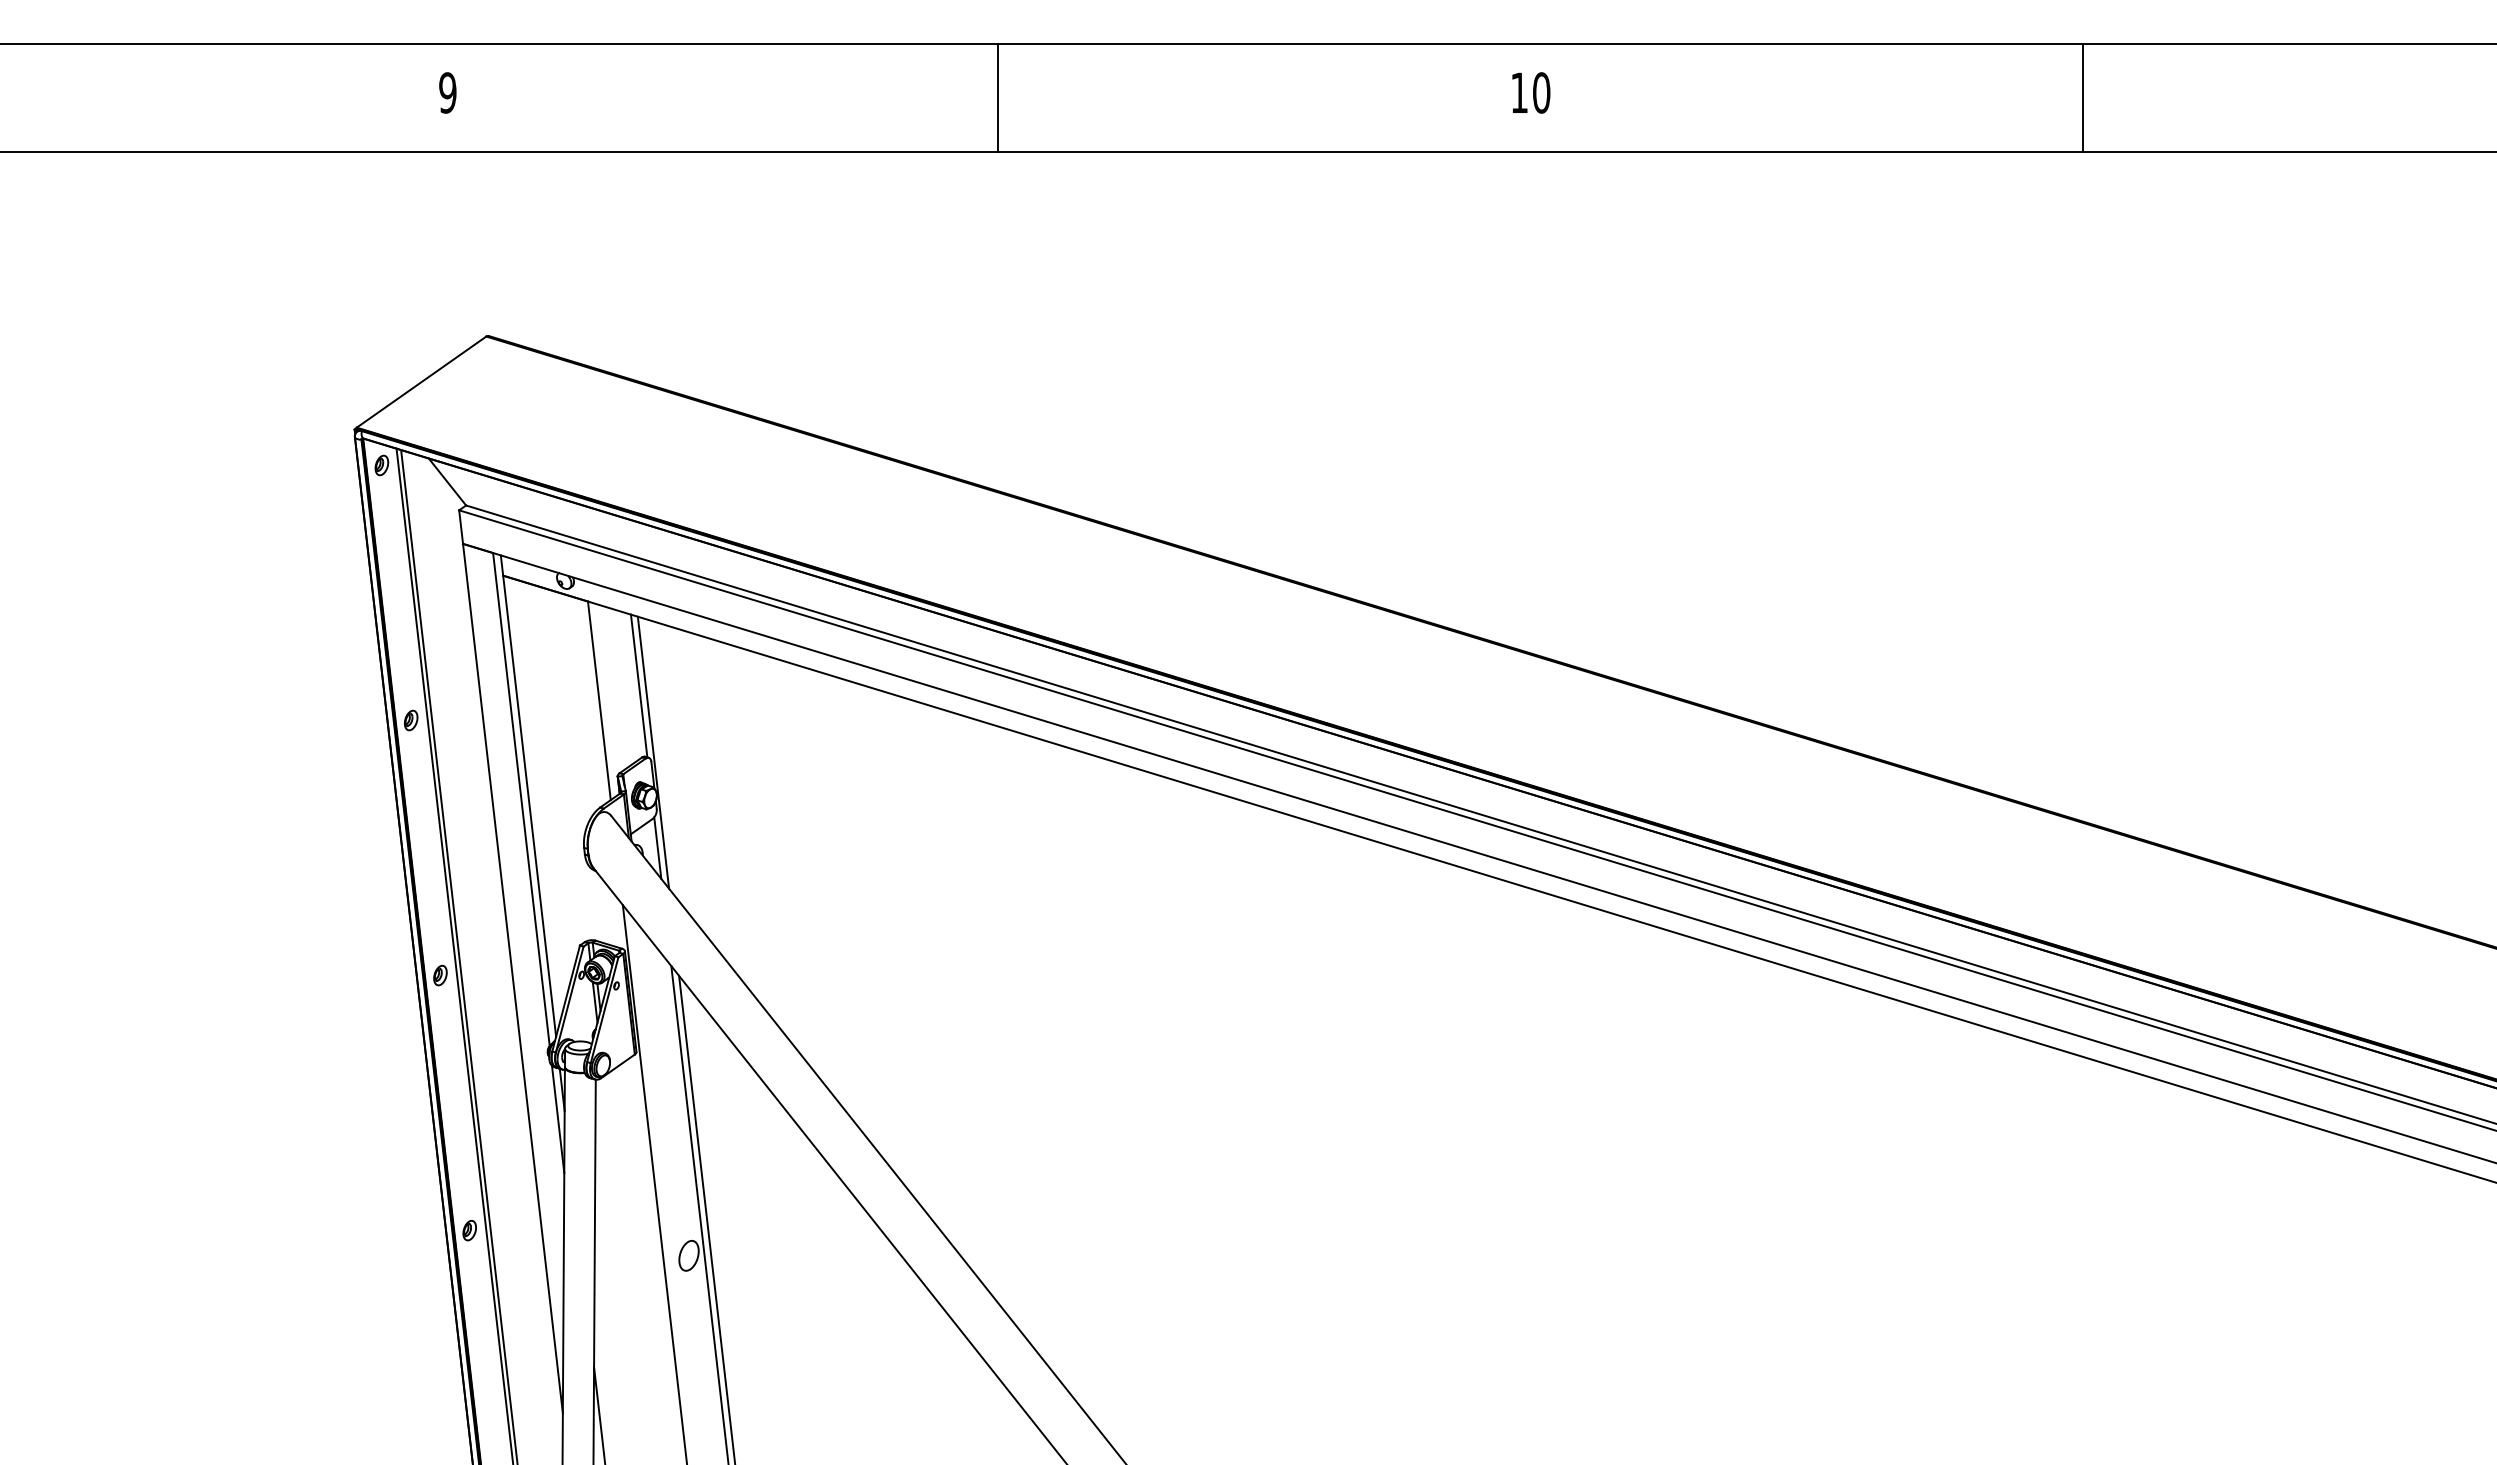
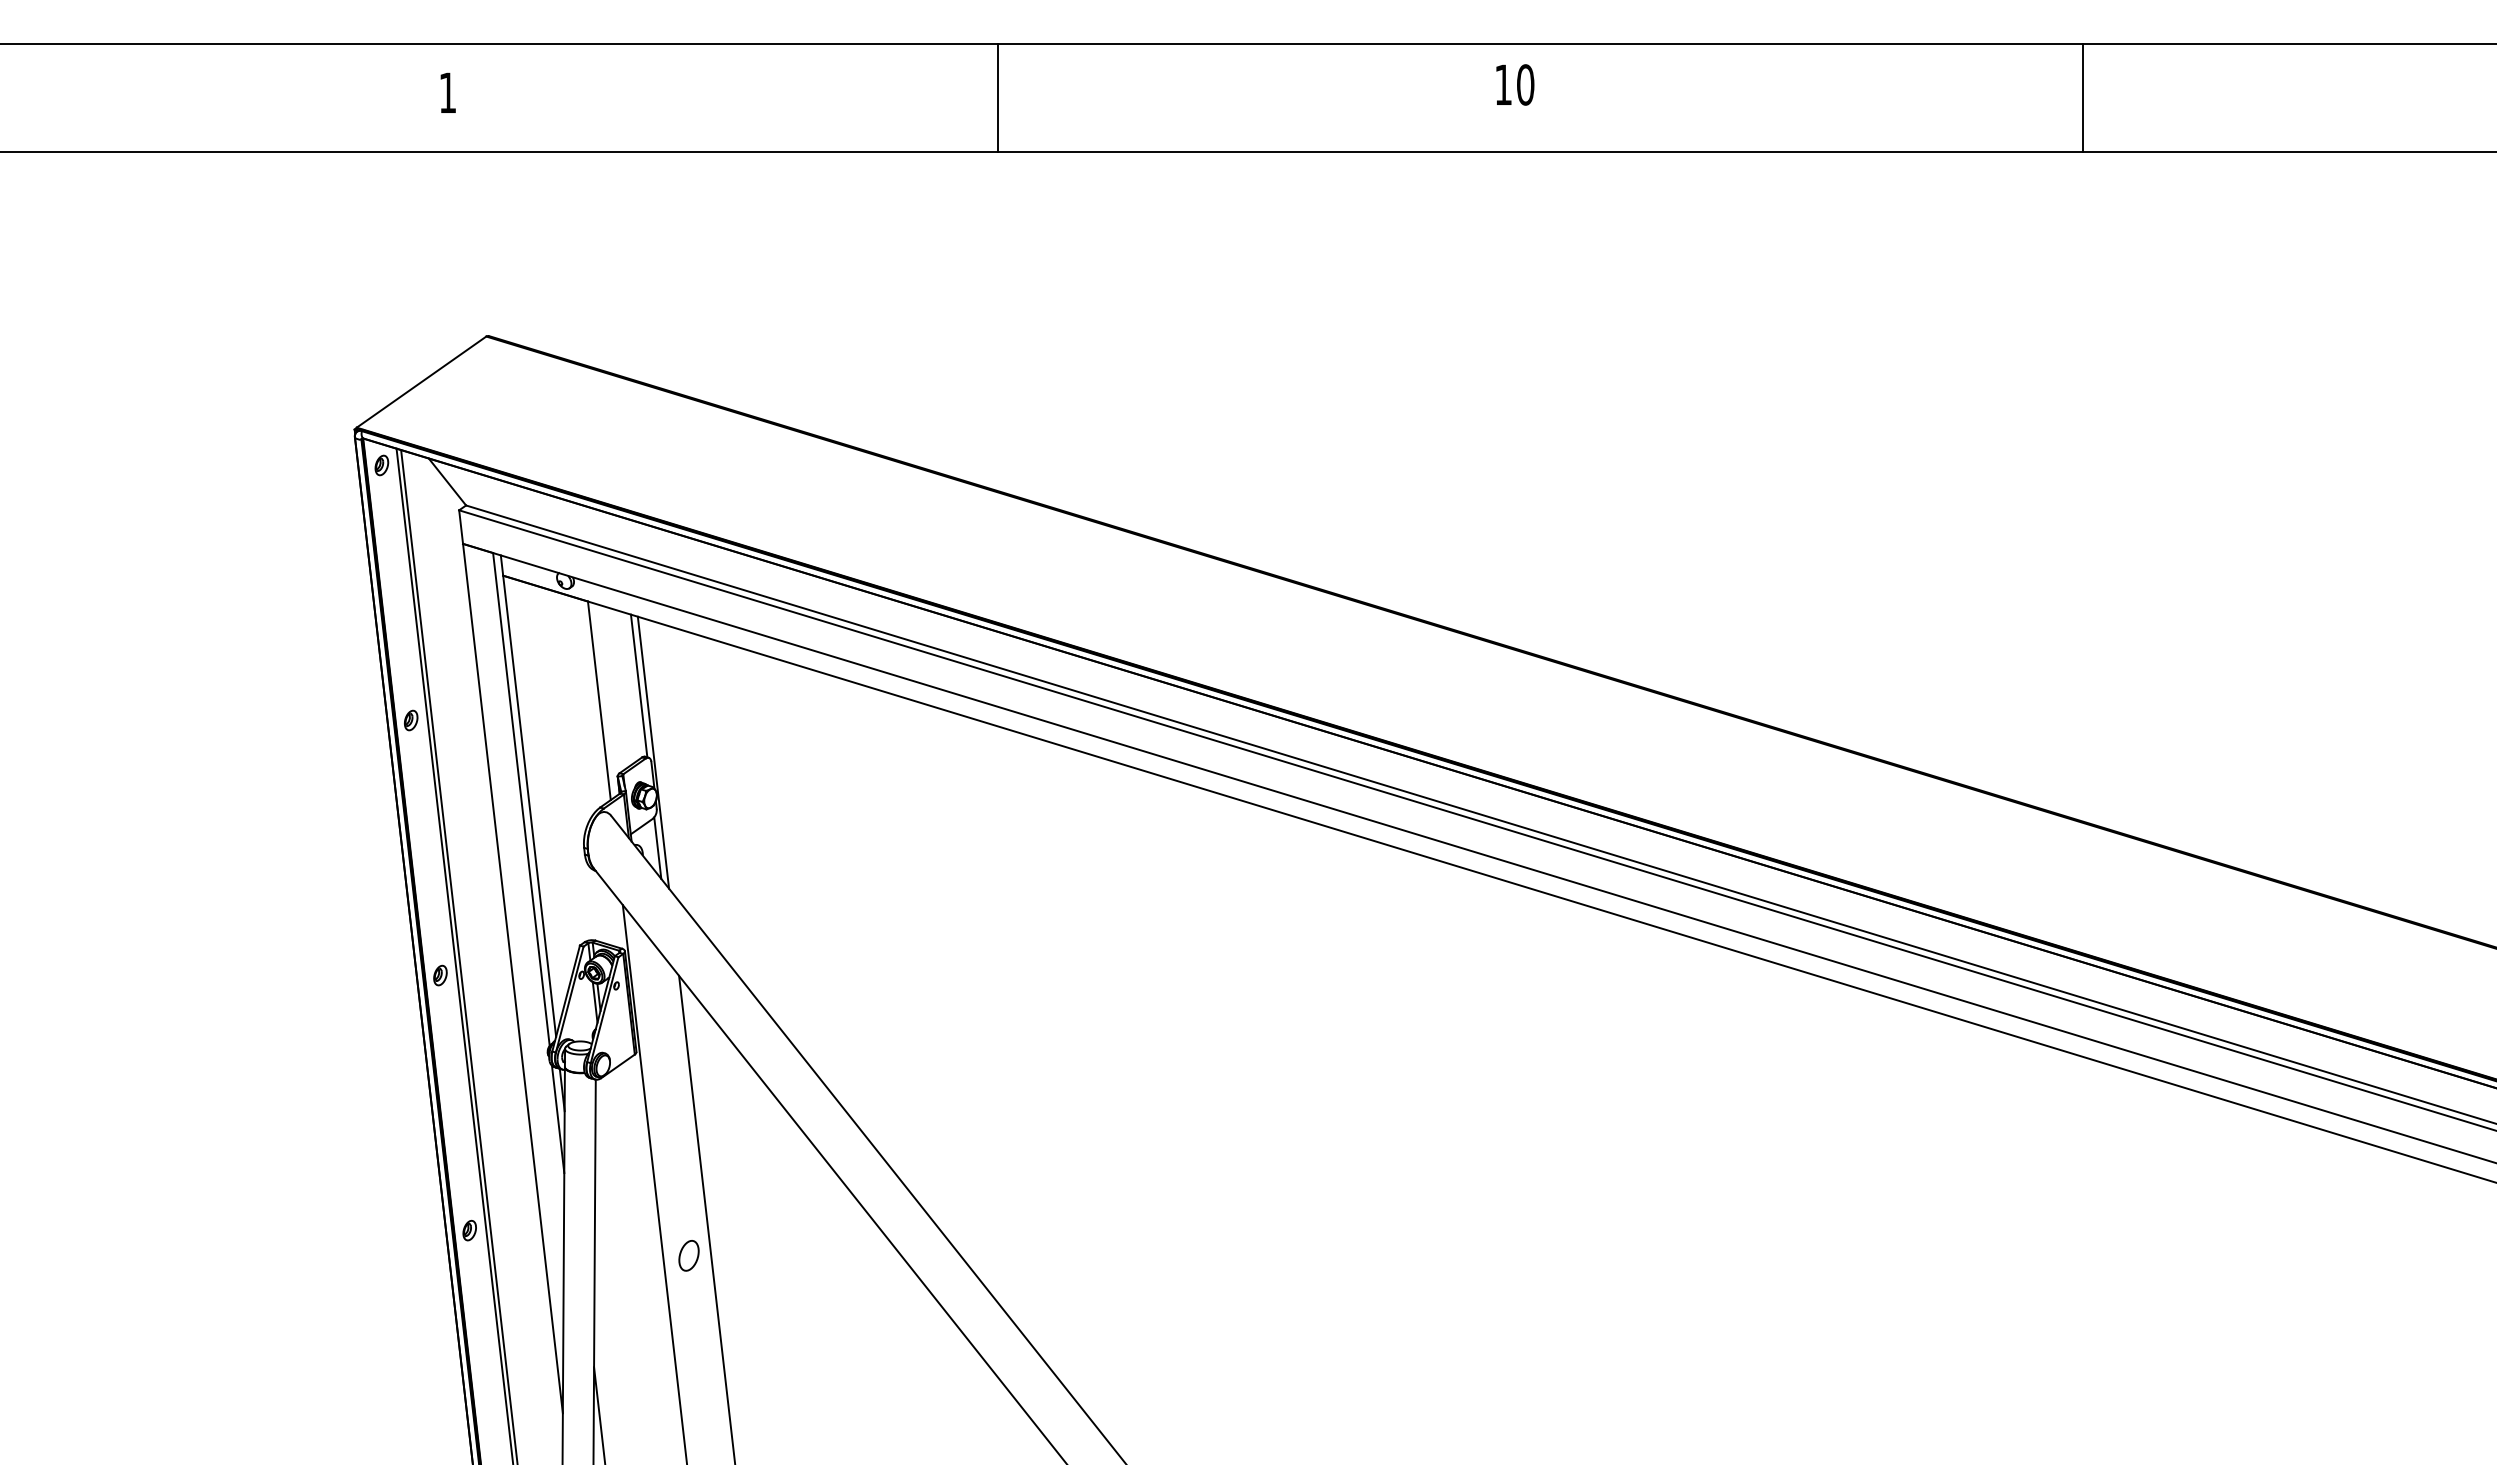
text at (447, 92): 9 -> 1
text at (1531, 92) position: (1531, 92) -> (1515, 84)
line at (699, 1213): present -> none
